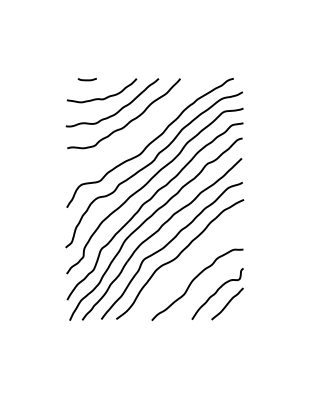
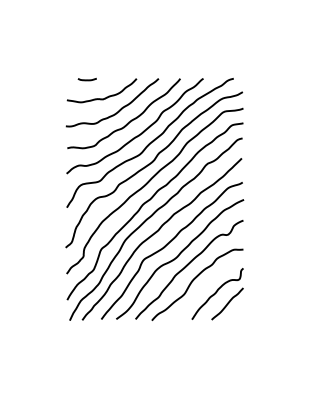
curve at (138, 134): none -> present
curve at (187, 266): none -> present
